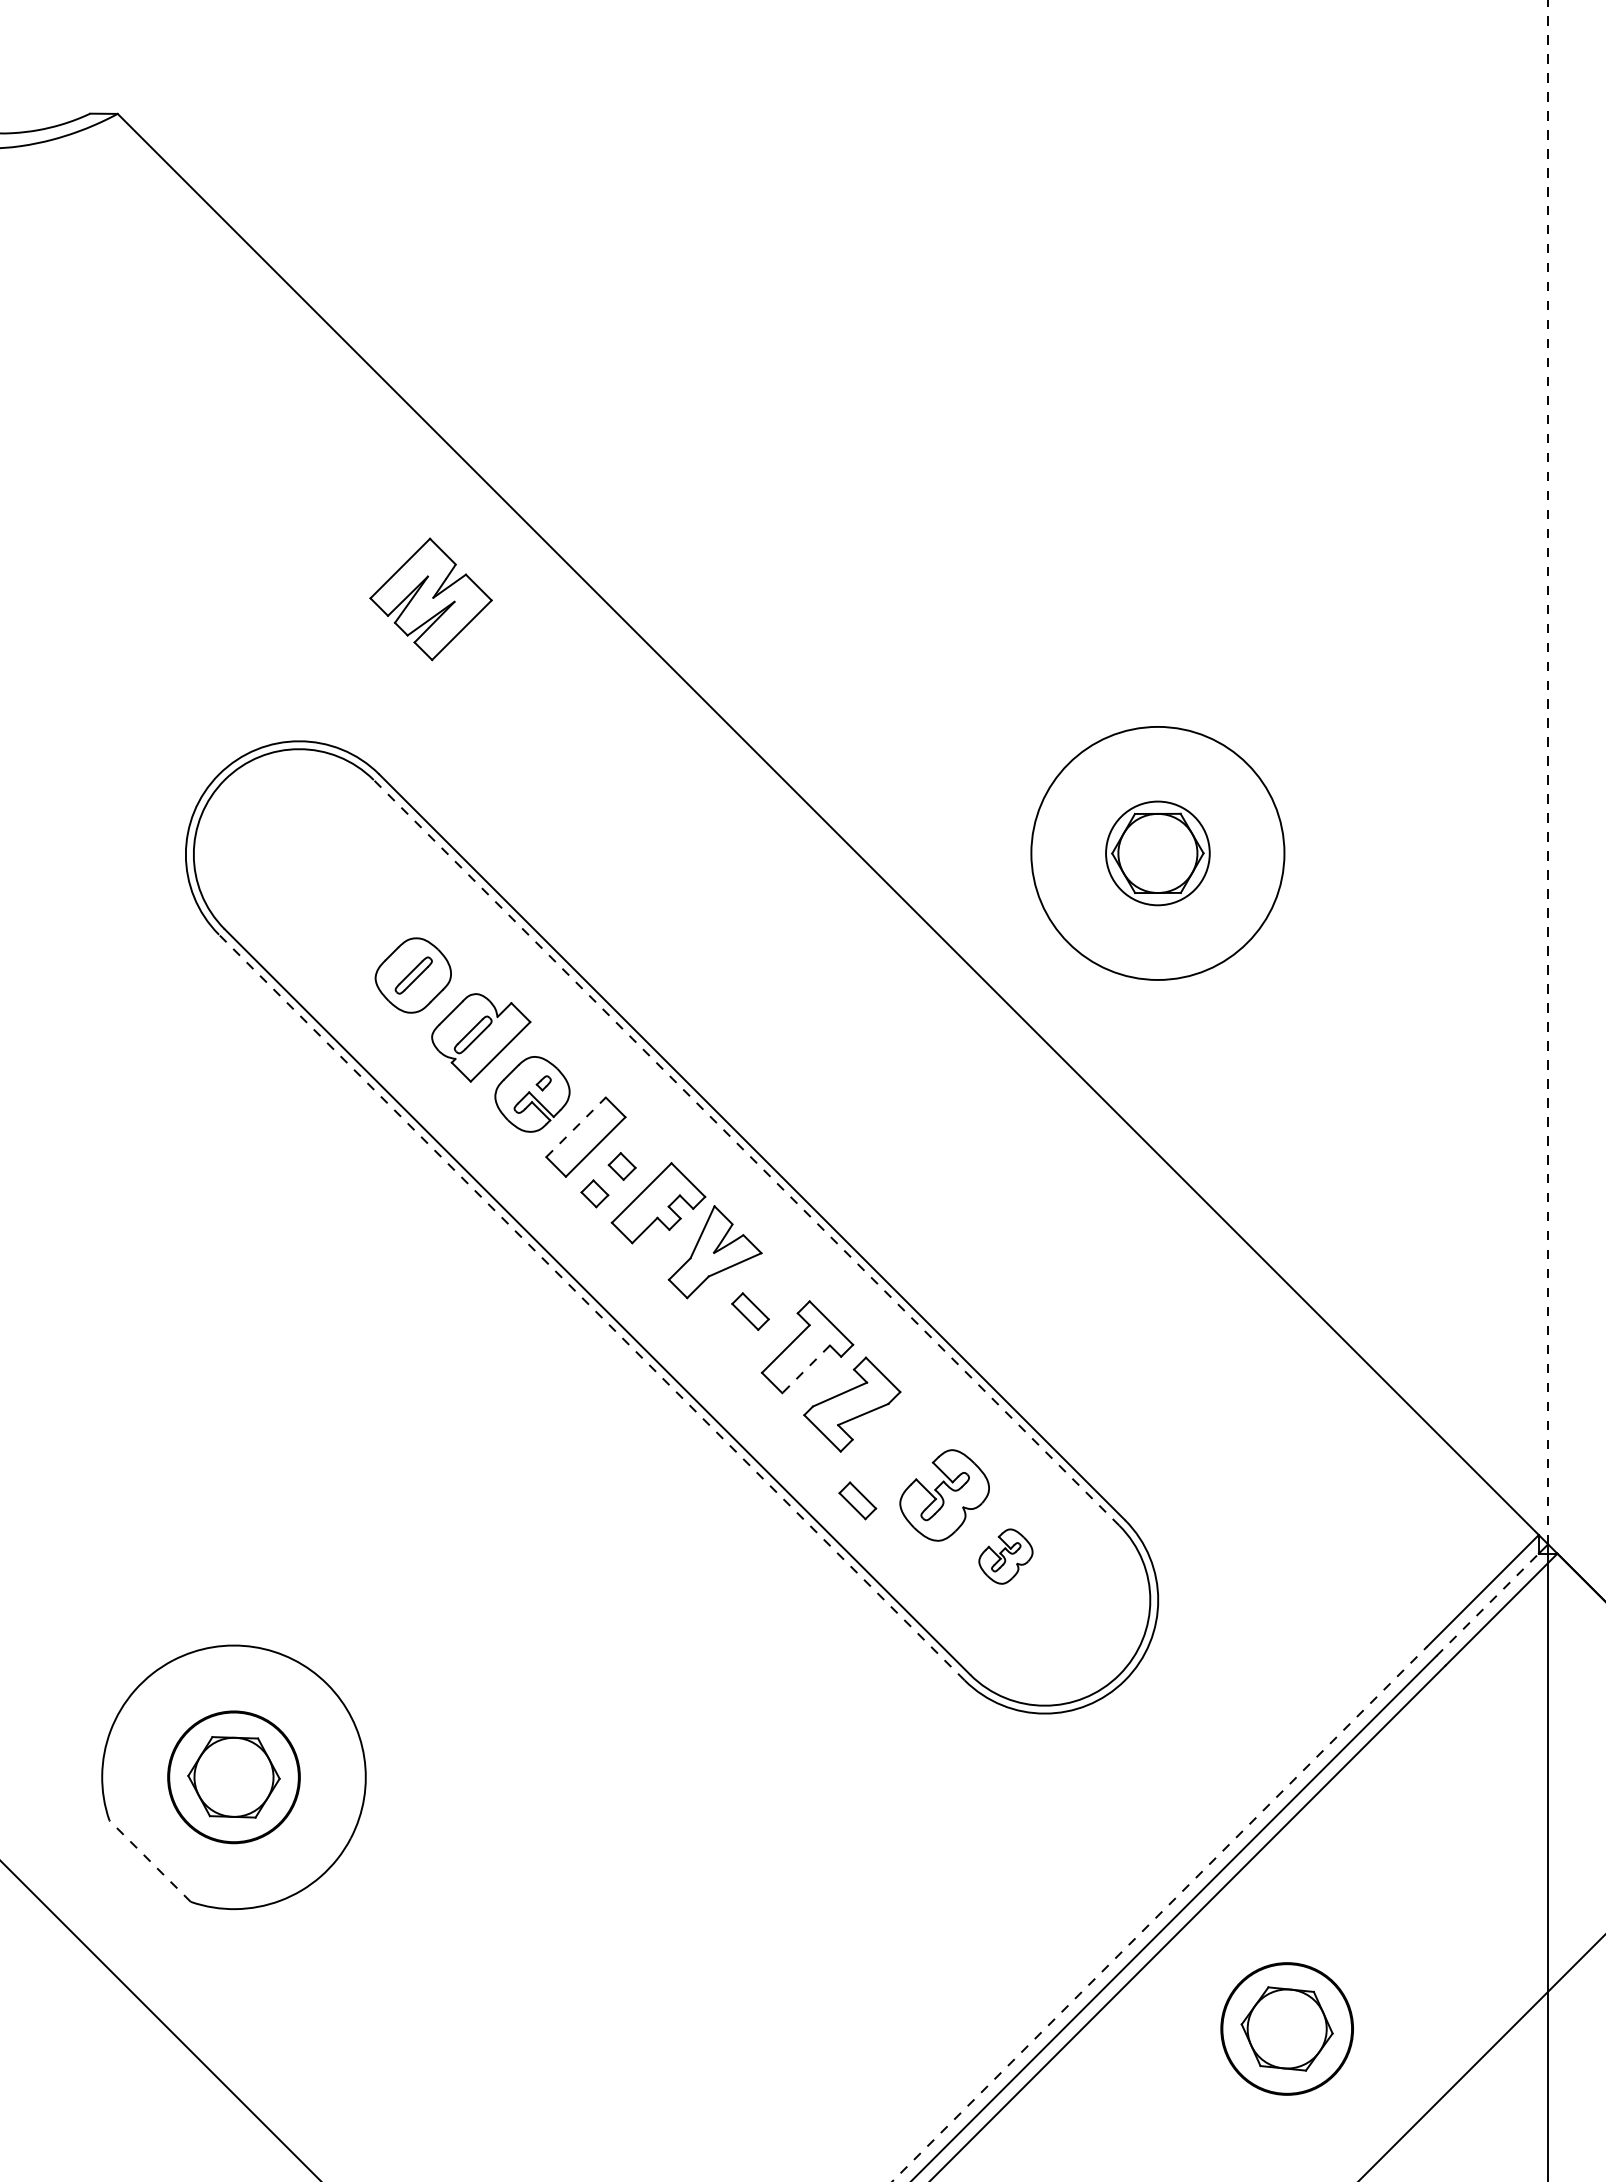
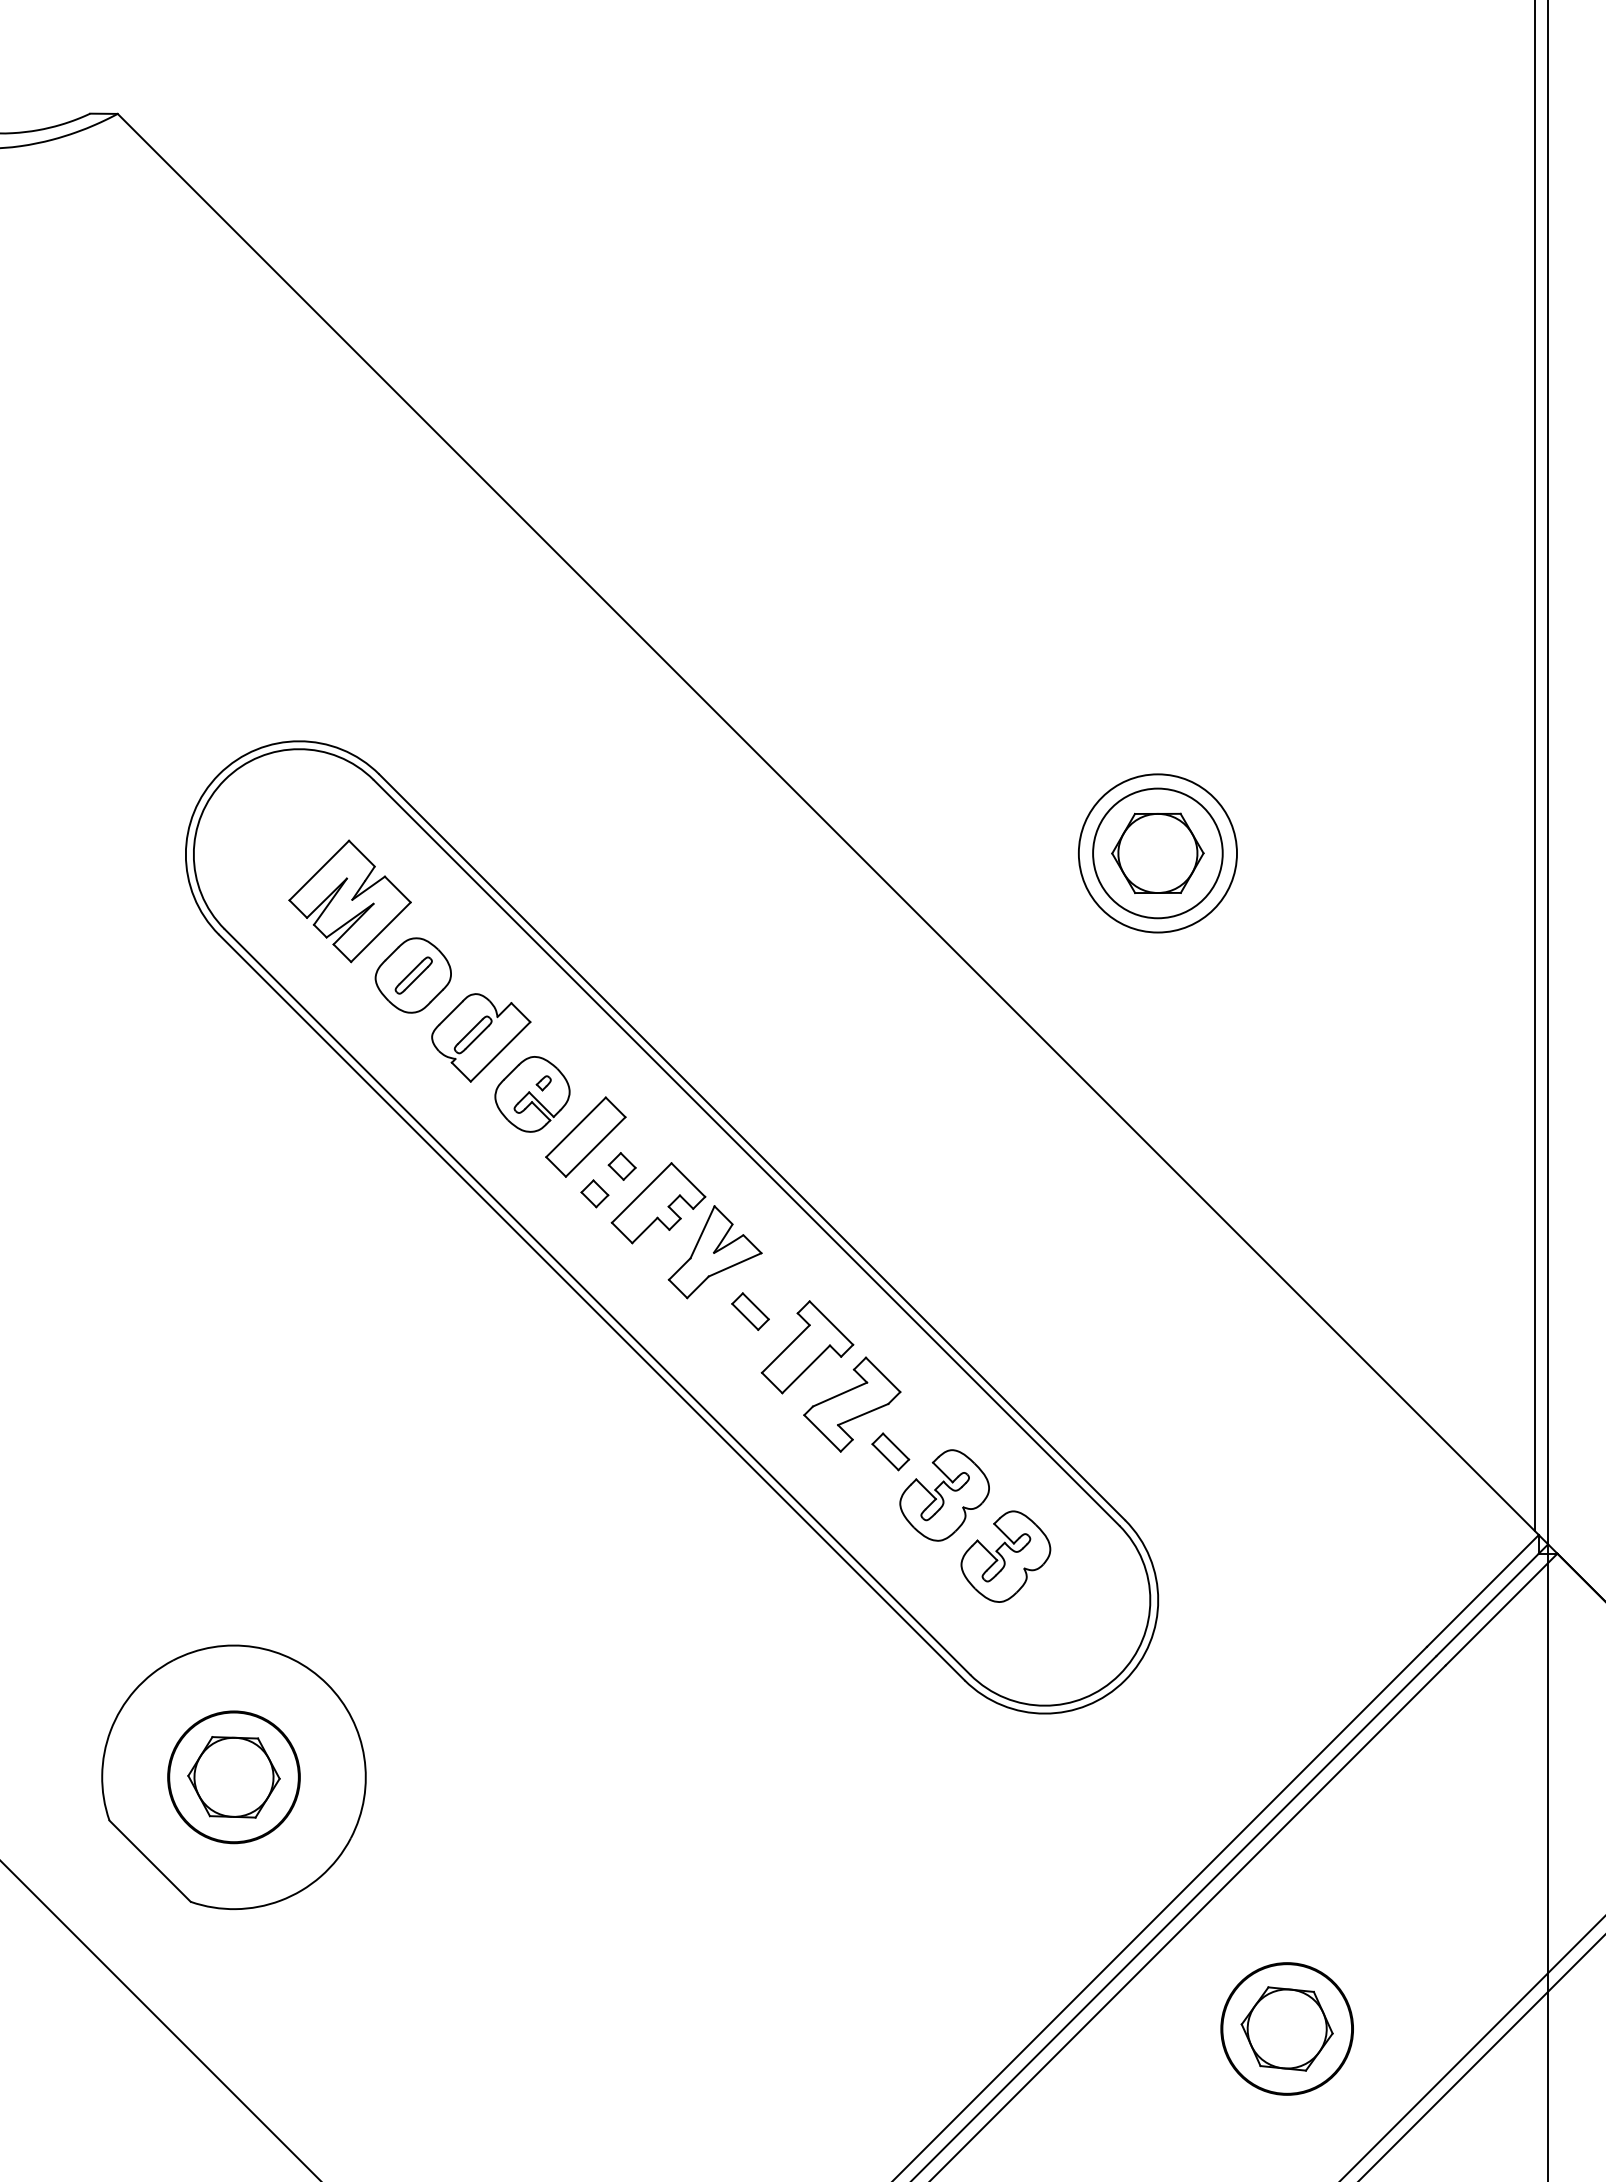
part at (430, 599) position: (430, 599) -> (349, 901)
line at (1534, 766): none -> present
line at (1548, 772): dashed -> solid
circle at (1157, 852) diameter: 253 px -> 158 px
circle at (1157, 853) diameter: 104 px -> 130 px
line at (576, 1127): dashed -> solid
line at (746, 1152): dashed -> solid
line at (591, 1307): dashed -> solid
line at (806, 1369): dashed -> solid
part at (857, 1500) position: (857, 1500) -> (890, 1451)
part at (1005, 1556) size: 56x57 px -> 92x93 px
line at (1487, 1604): dashed -> solid
line at (149, 1860): dashed -> solid
line at (1159, 1913): dashed -> solid
line at (1472, 2048): none -> present
